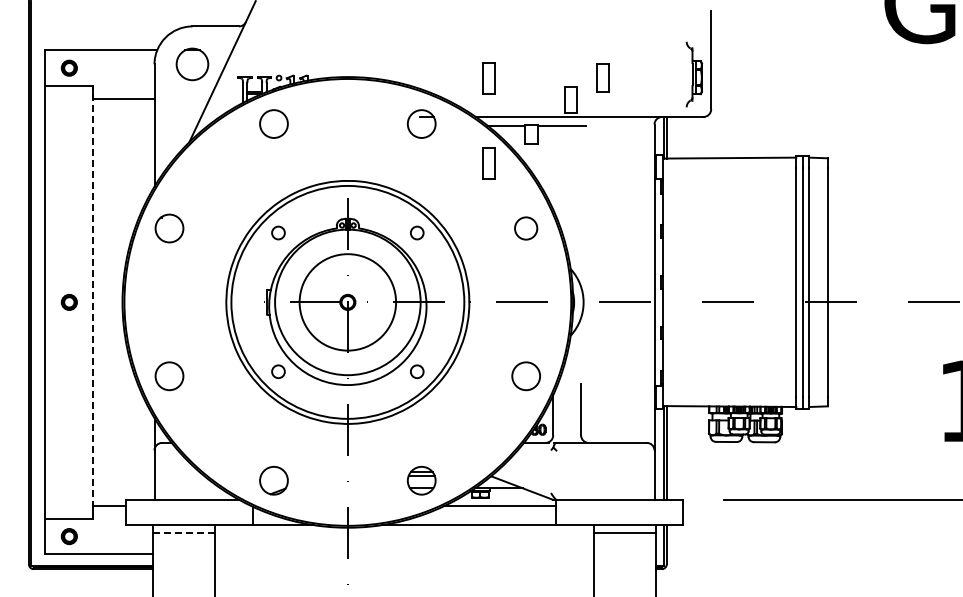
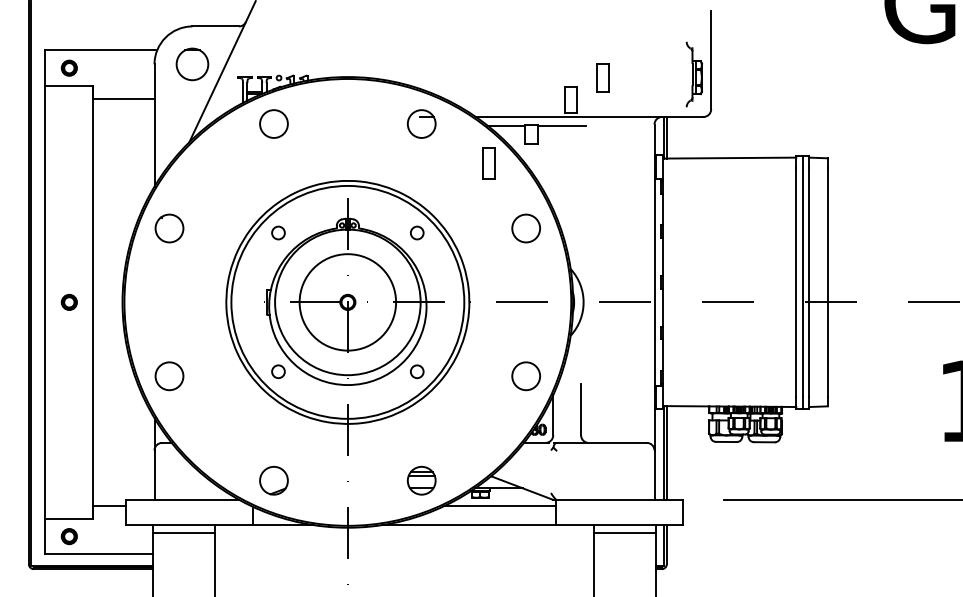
part at (488, 78): present -> none
circle at (526, 228) size: 25x25 px -> 30x31 px
line at (93, 301): dashed -> solid
line at (183, 532): dashed -> solid
